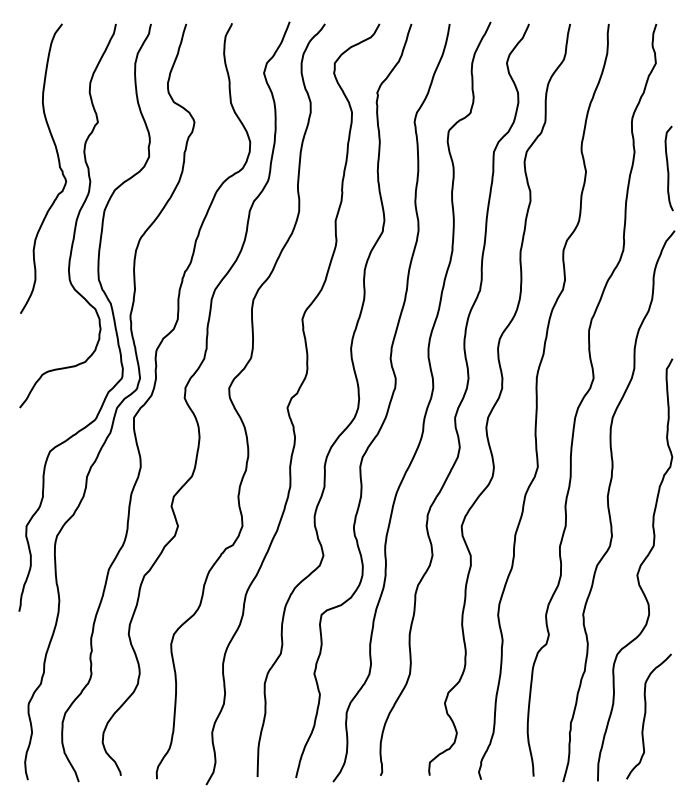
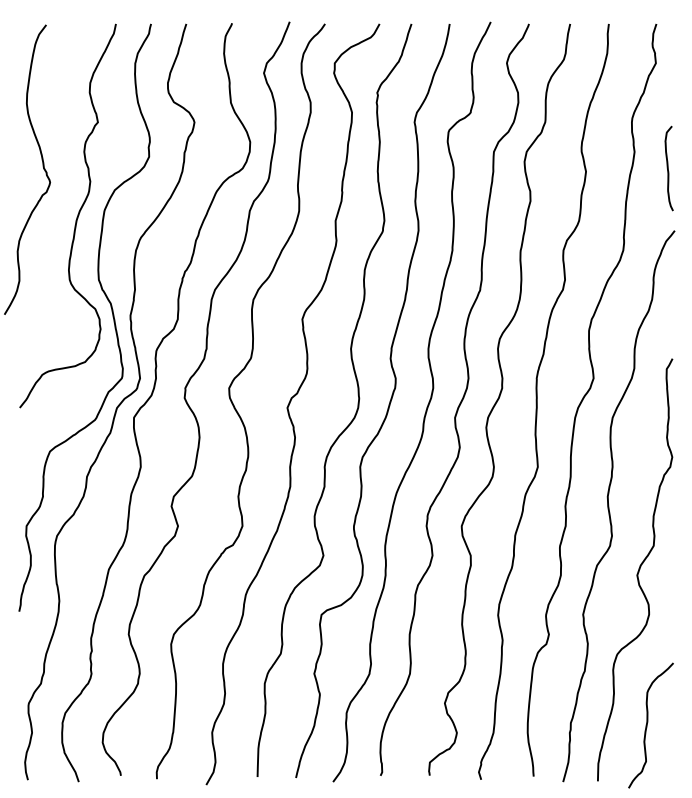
curve at (58, 165) position: (58, 165) -> (42, 166)
curve at (645, 716) position: (645, 716) -> (647, 725)
